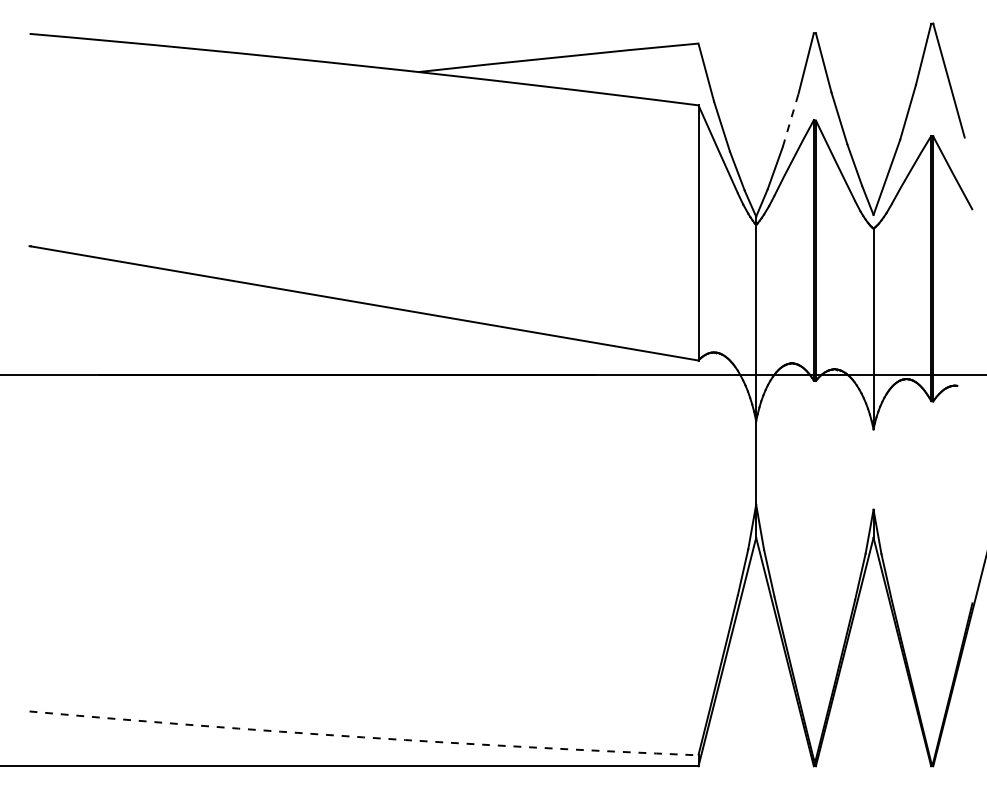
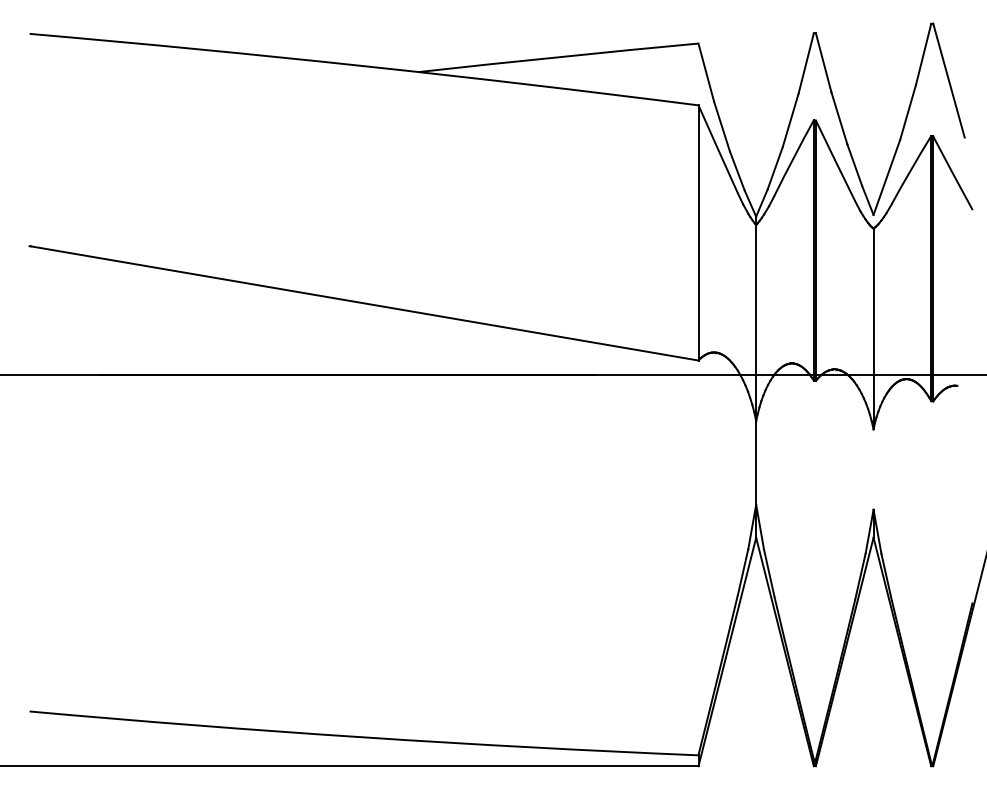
line at (790, 120): dashed -> solid
arc at (363, 737): dashed -> solid
